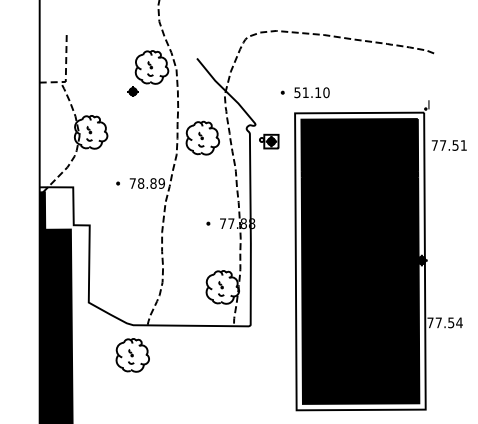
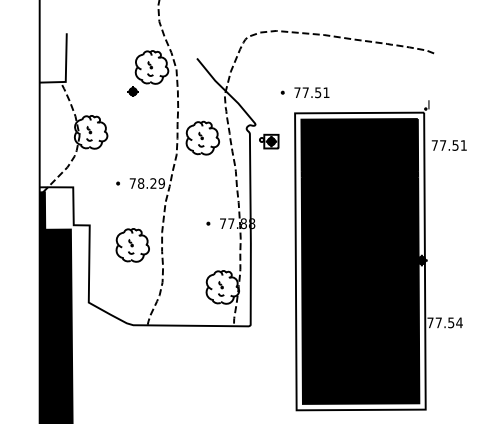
line at (65, 71): dashed -> solid
text at (311, 92): 51.10 -> 77.51
text at (153, 183): 78.89 -> 78.29
part at (132, 355) position: (132, 355) -> (132, 245)
